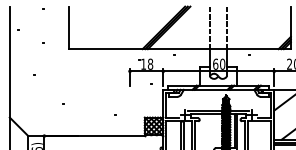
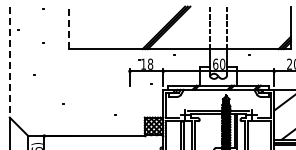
line at (68, 27): solid -> dashed
line at (9, 62): solid -> dashed
